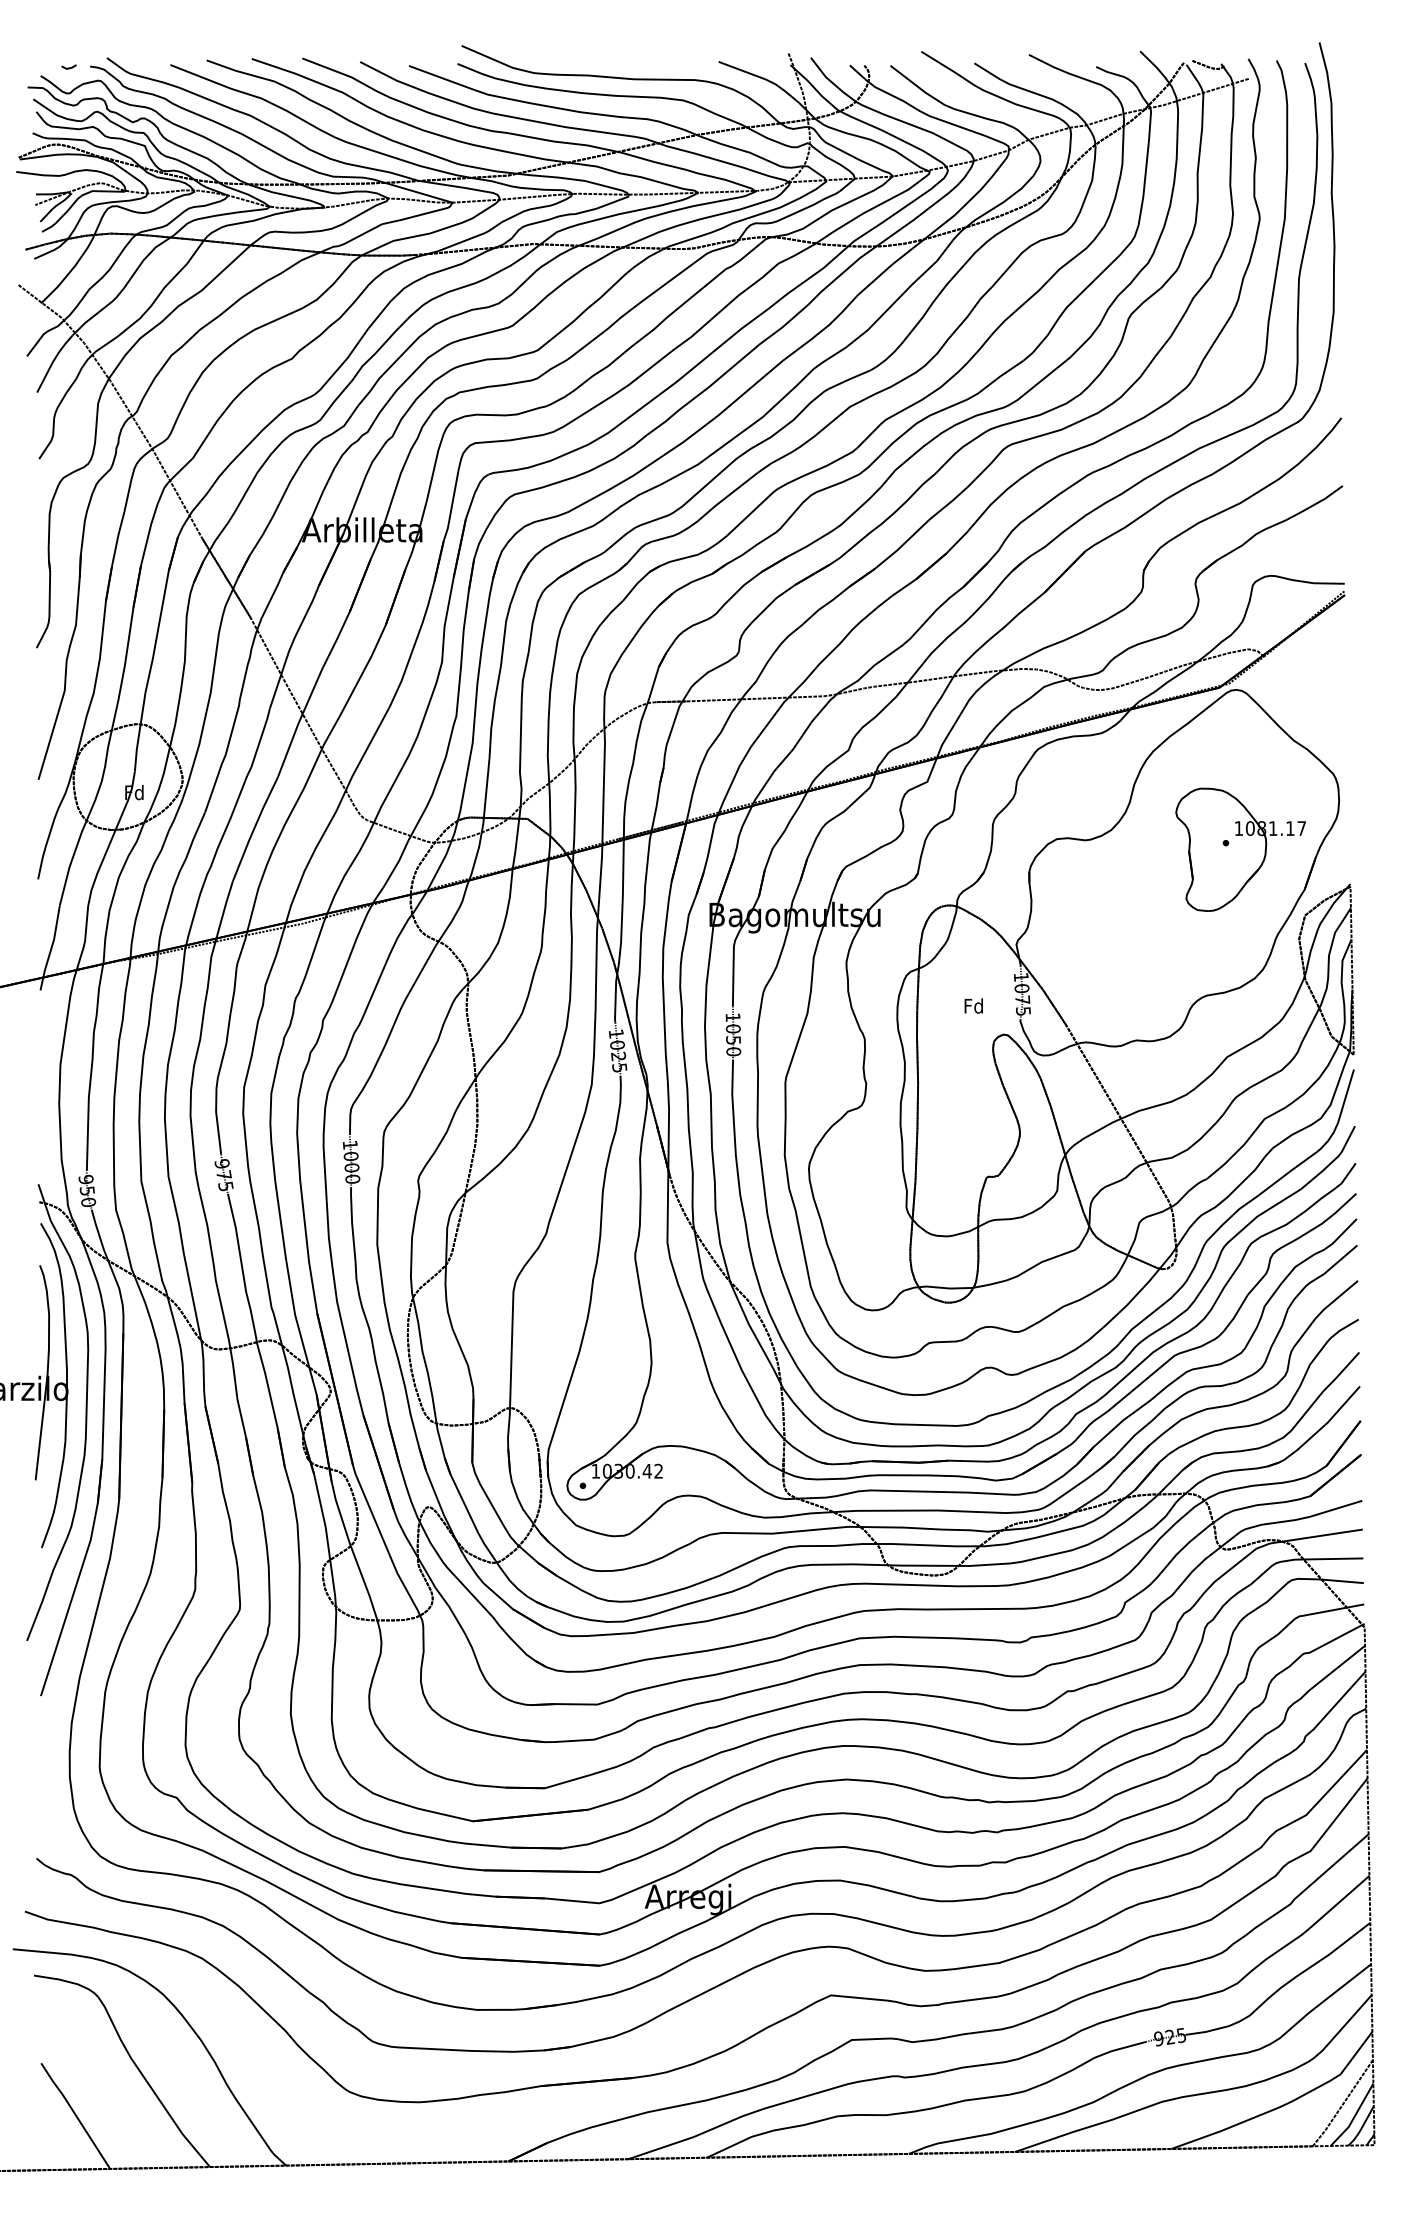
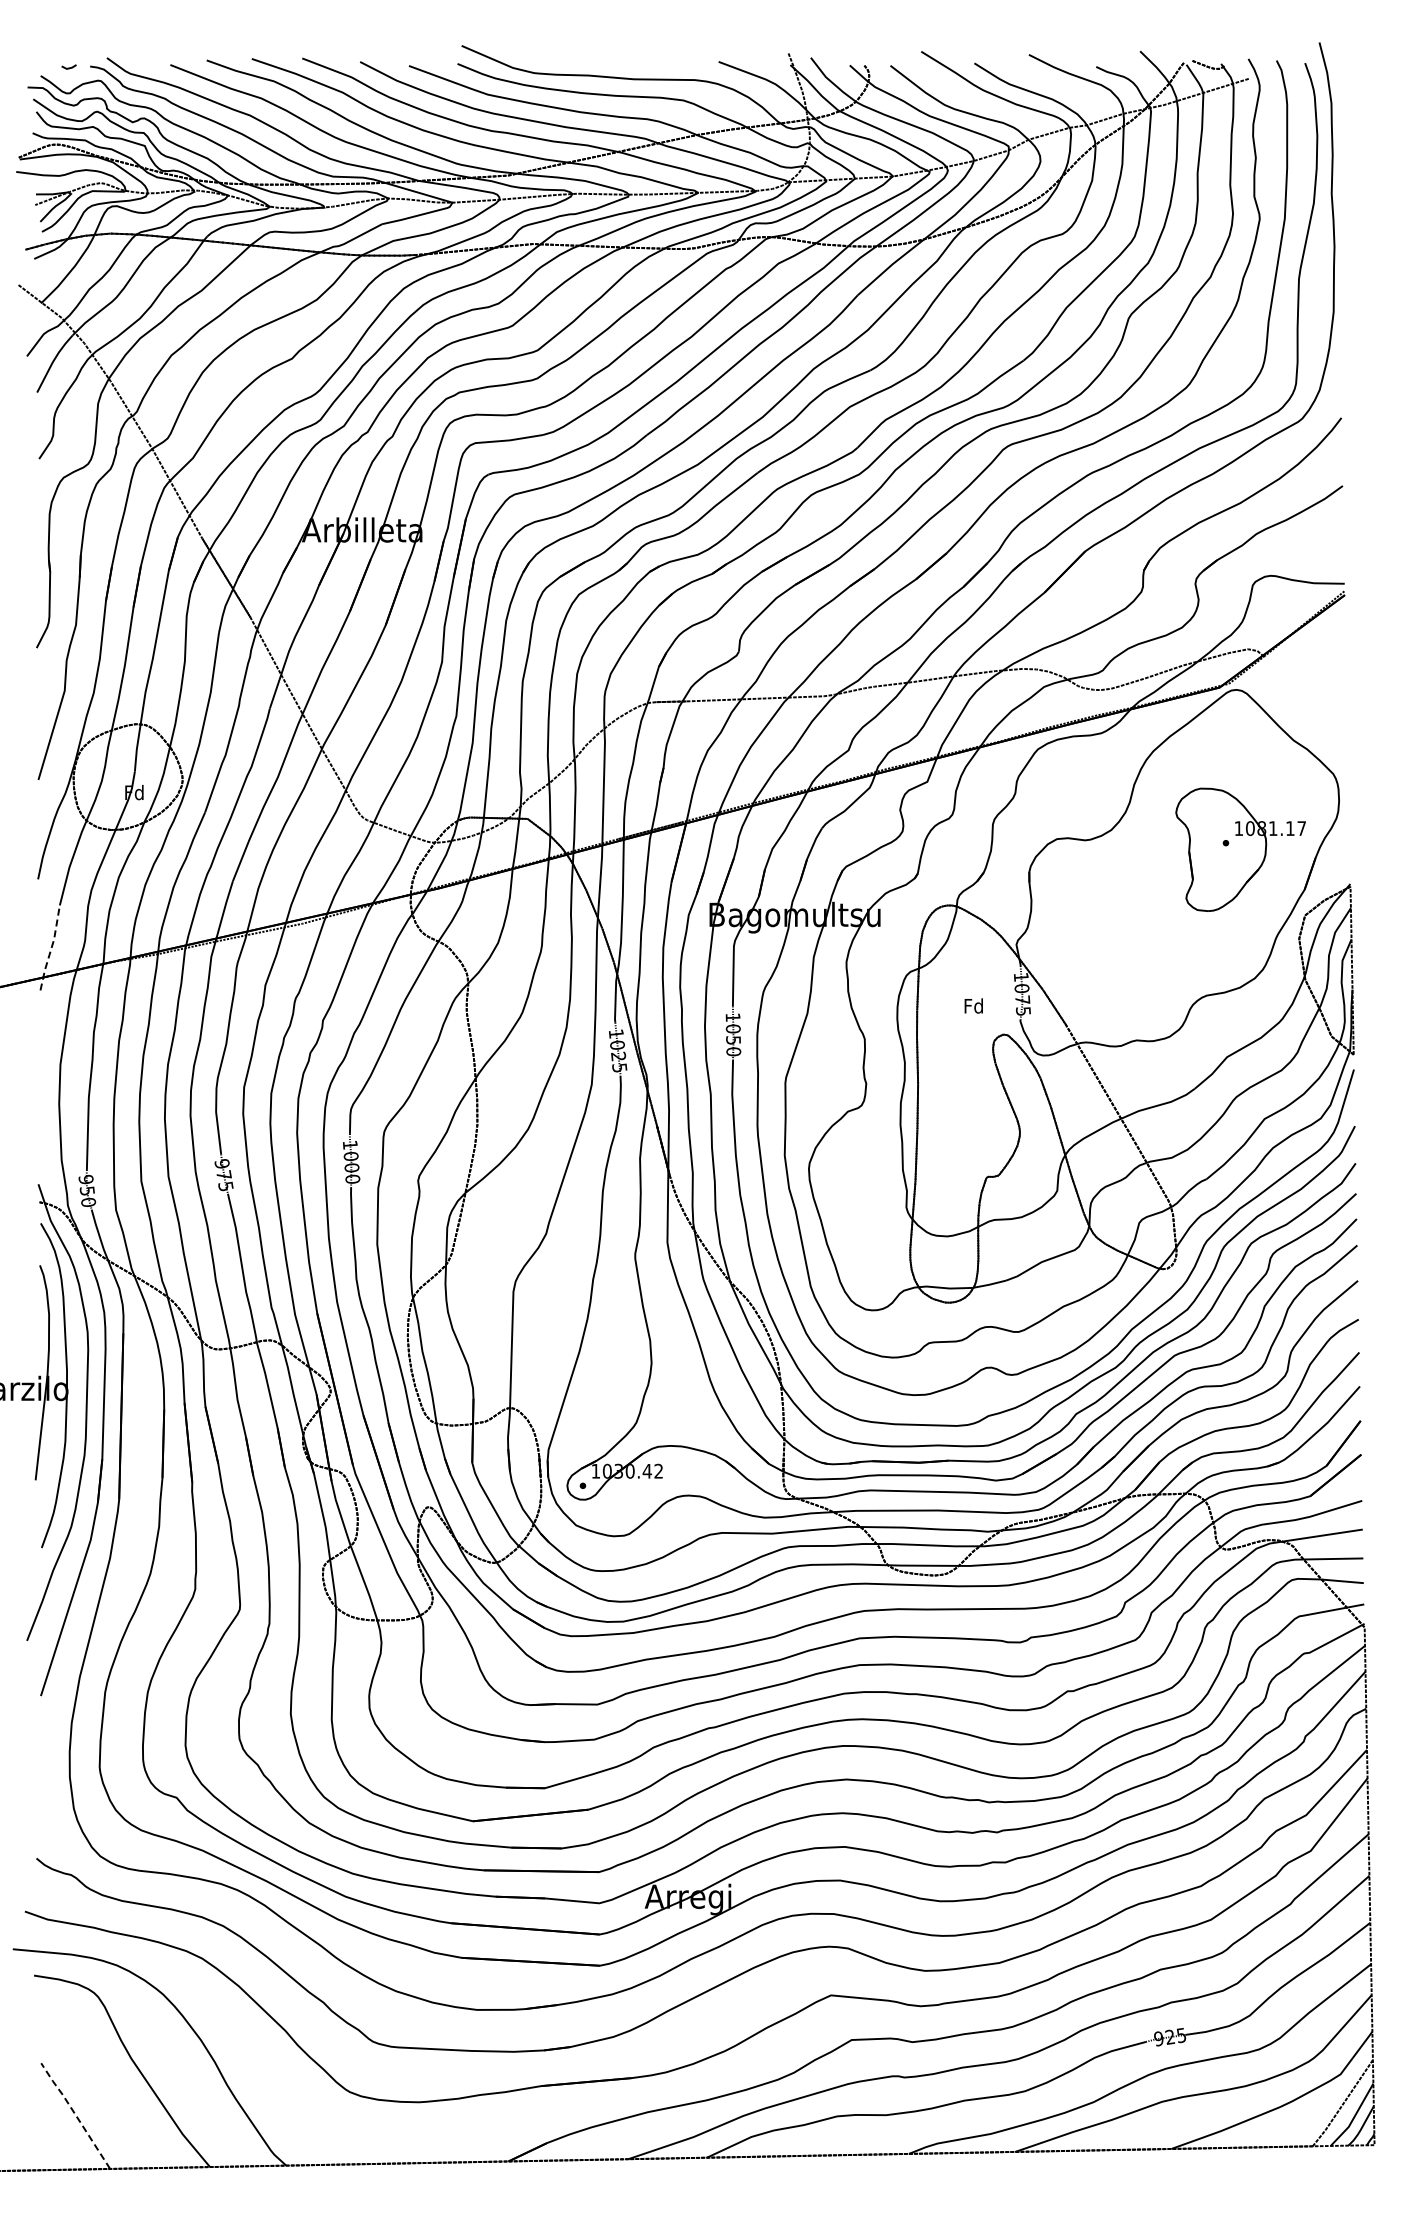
line at (51, 948): solid -> dashed
line at (75, 2114): solid -> dashed
